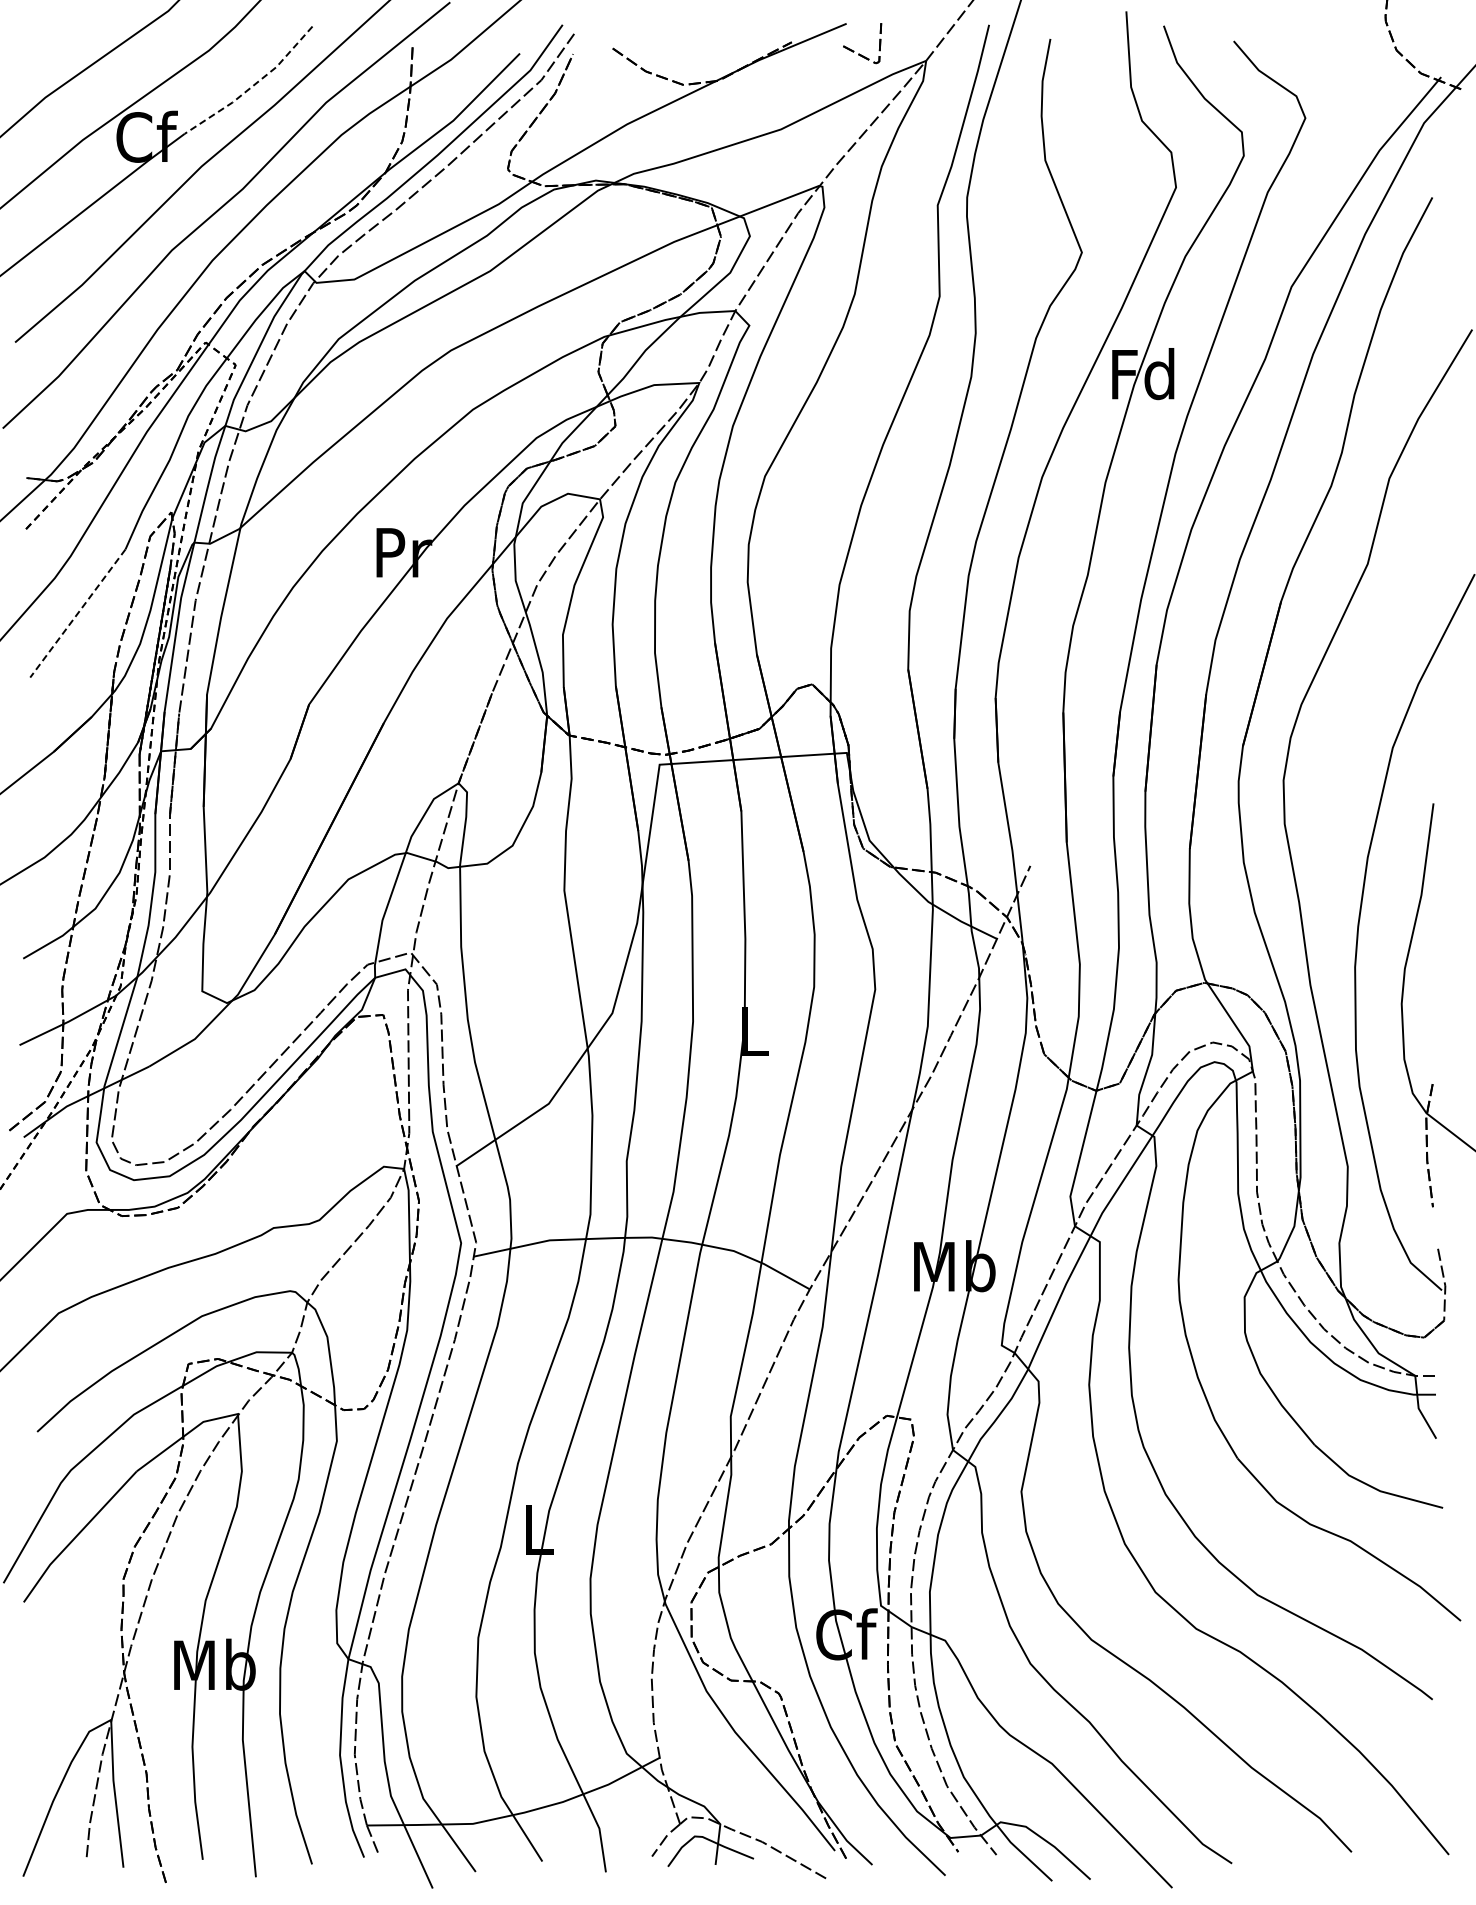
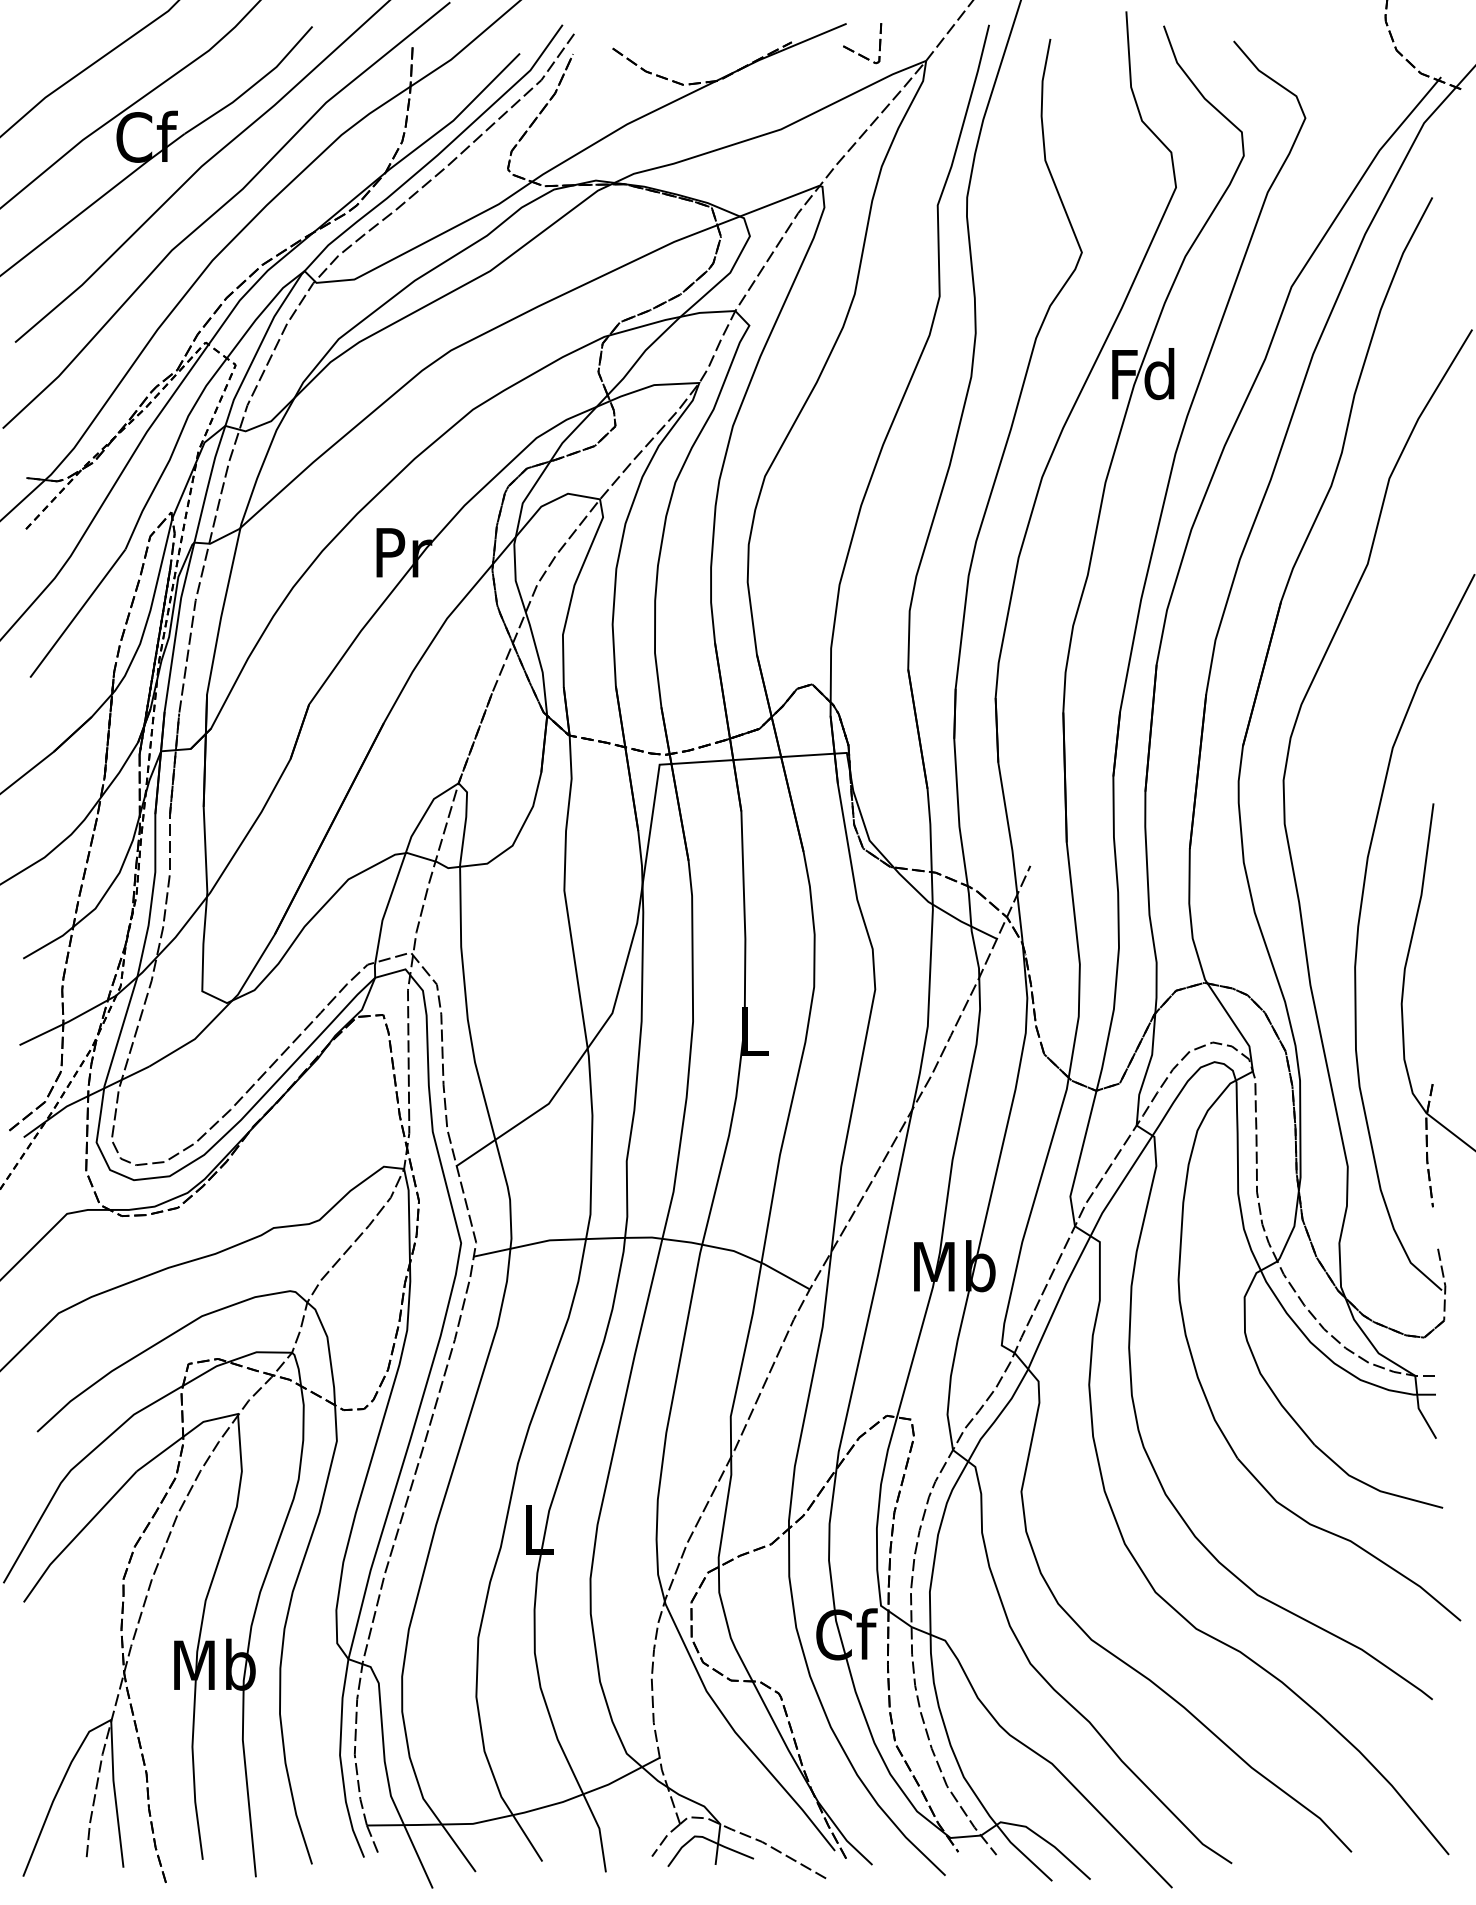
line at (253, 85): dashed -> solid
line at (77, 613): dashed -> solid
